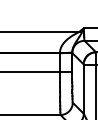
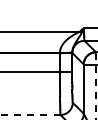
line at (96, 85): solid -> dashed
line at (30, 114): solid -> dashed
